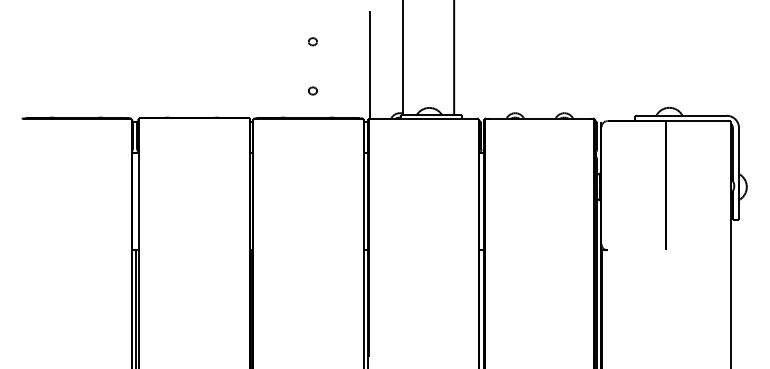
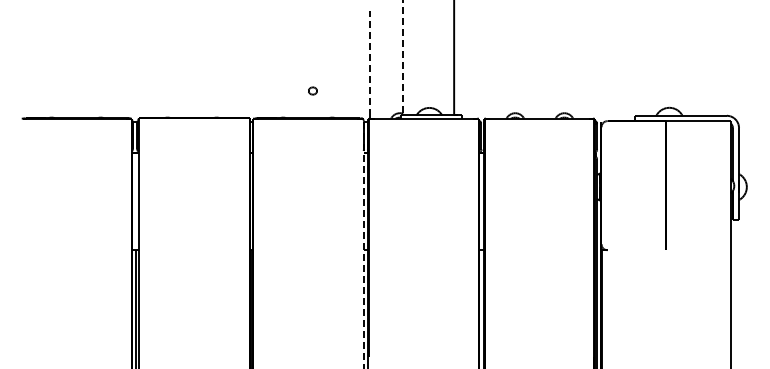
part at (312, 41): present -> none
line at (403, 58): solid -> dashed
line at (369, 65): solid -> dashed
line at (363, 243): solid -> dashed
